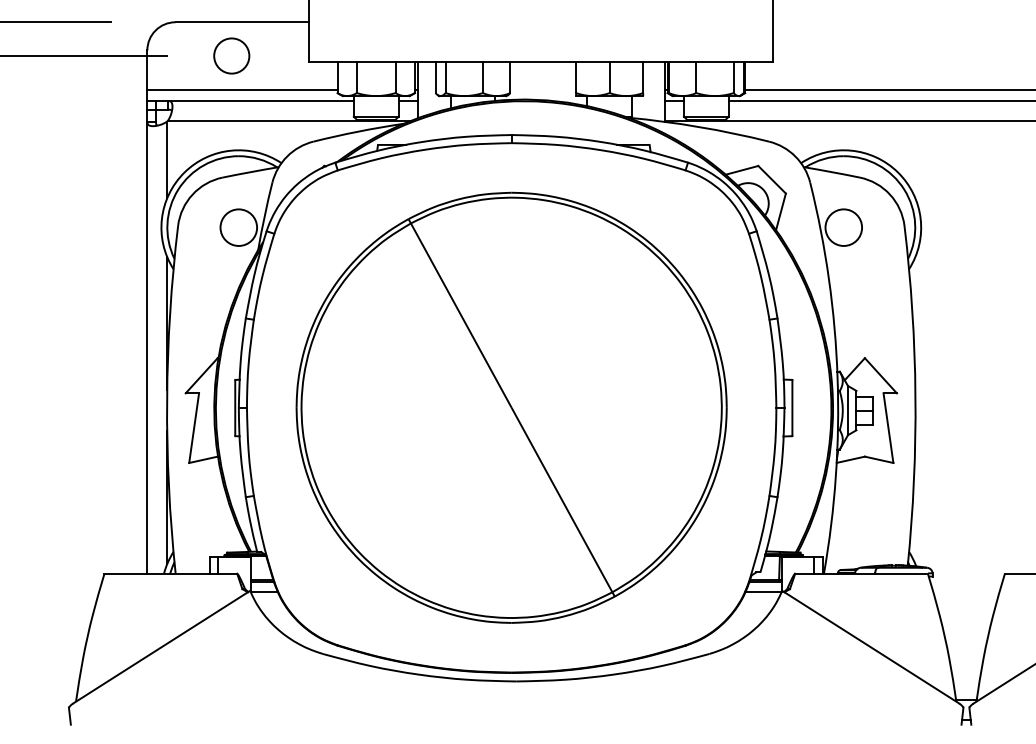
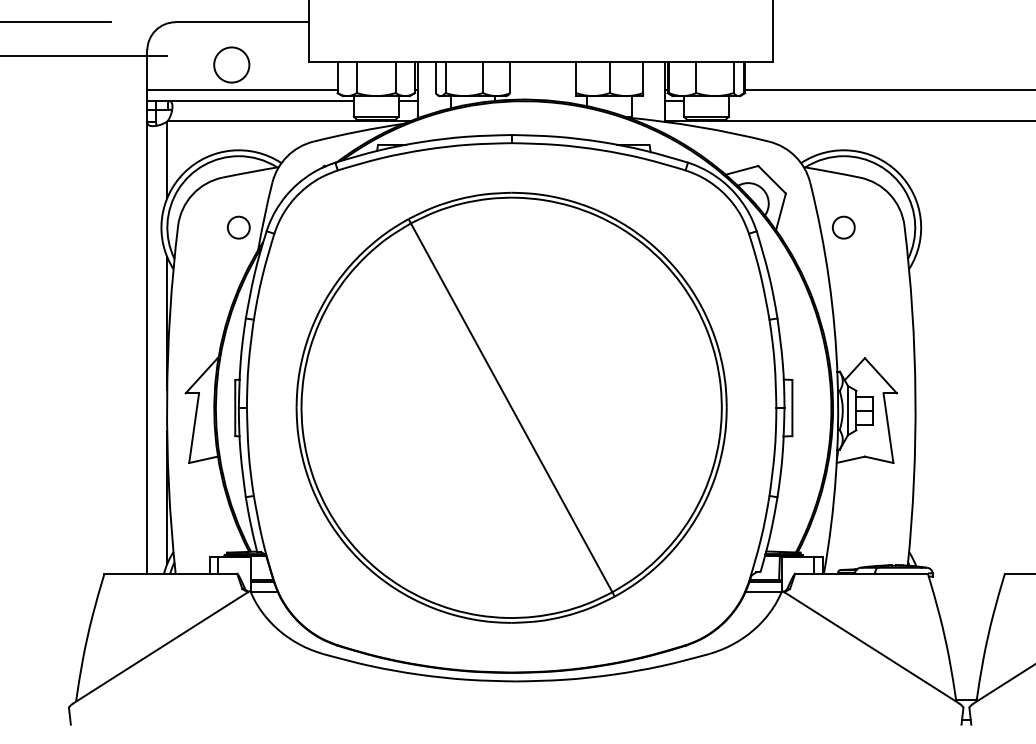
circle at (231, 55) position: (231, 55) -> (231, 64)
line at (880, 101): present -> none
circle at (238, 227) diameter: 37 px -> 22 px
circle at (843, 227) diameter: 37 px -> 22 px
